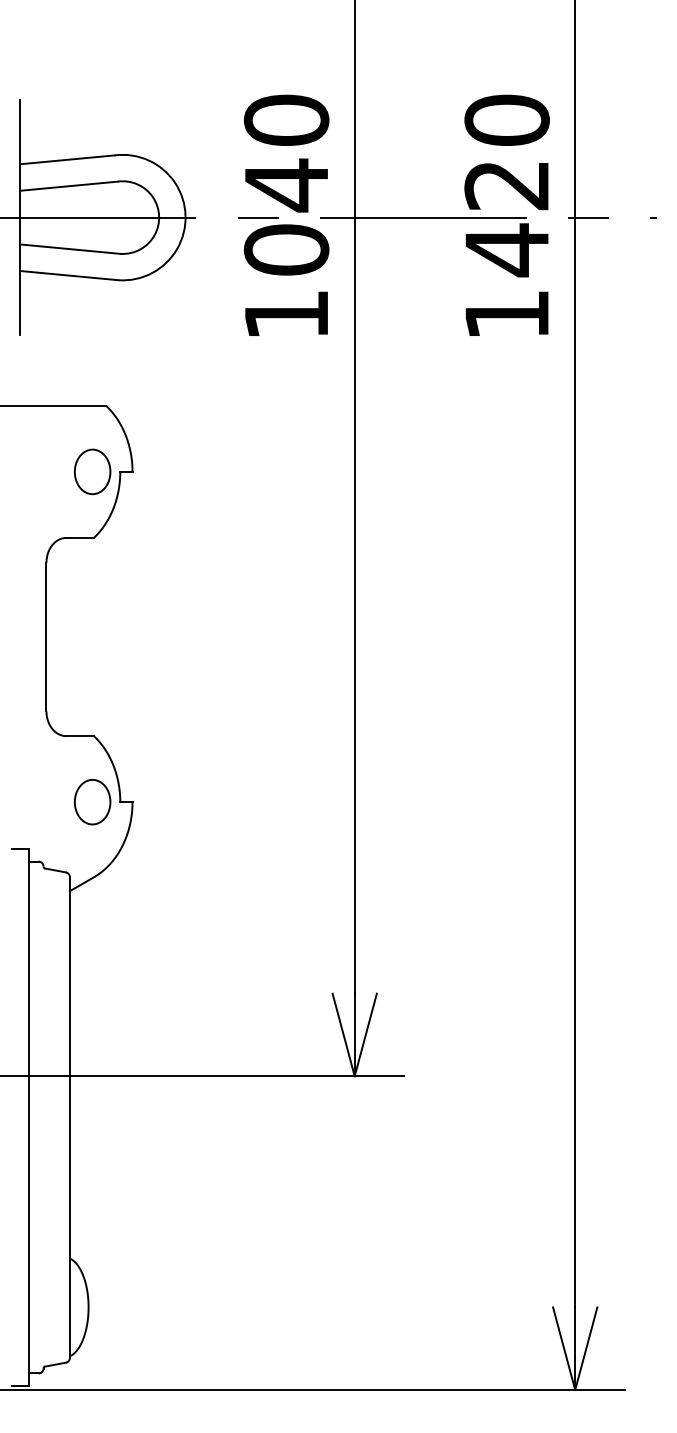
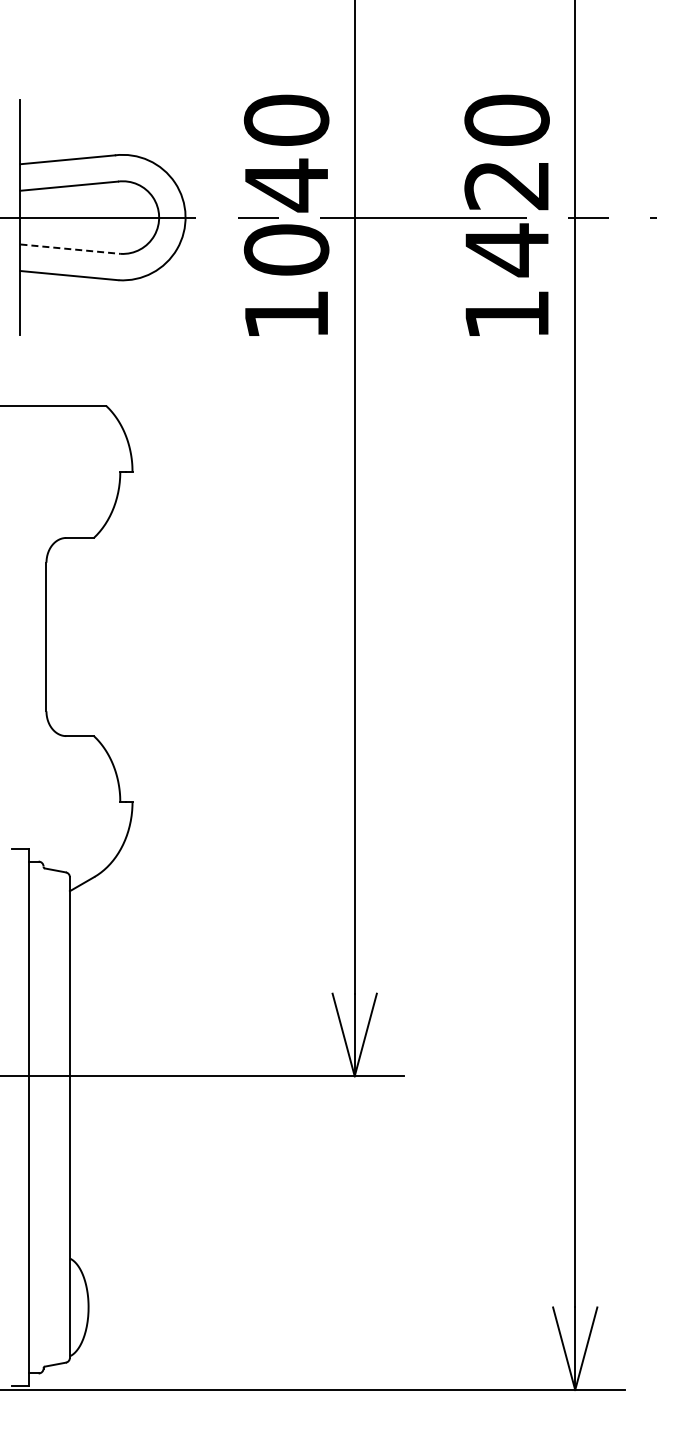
line at (71, 249): solid -> dashed
part at (92, 471): present -> none
part at (92, 802): present -> none
